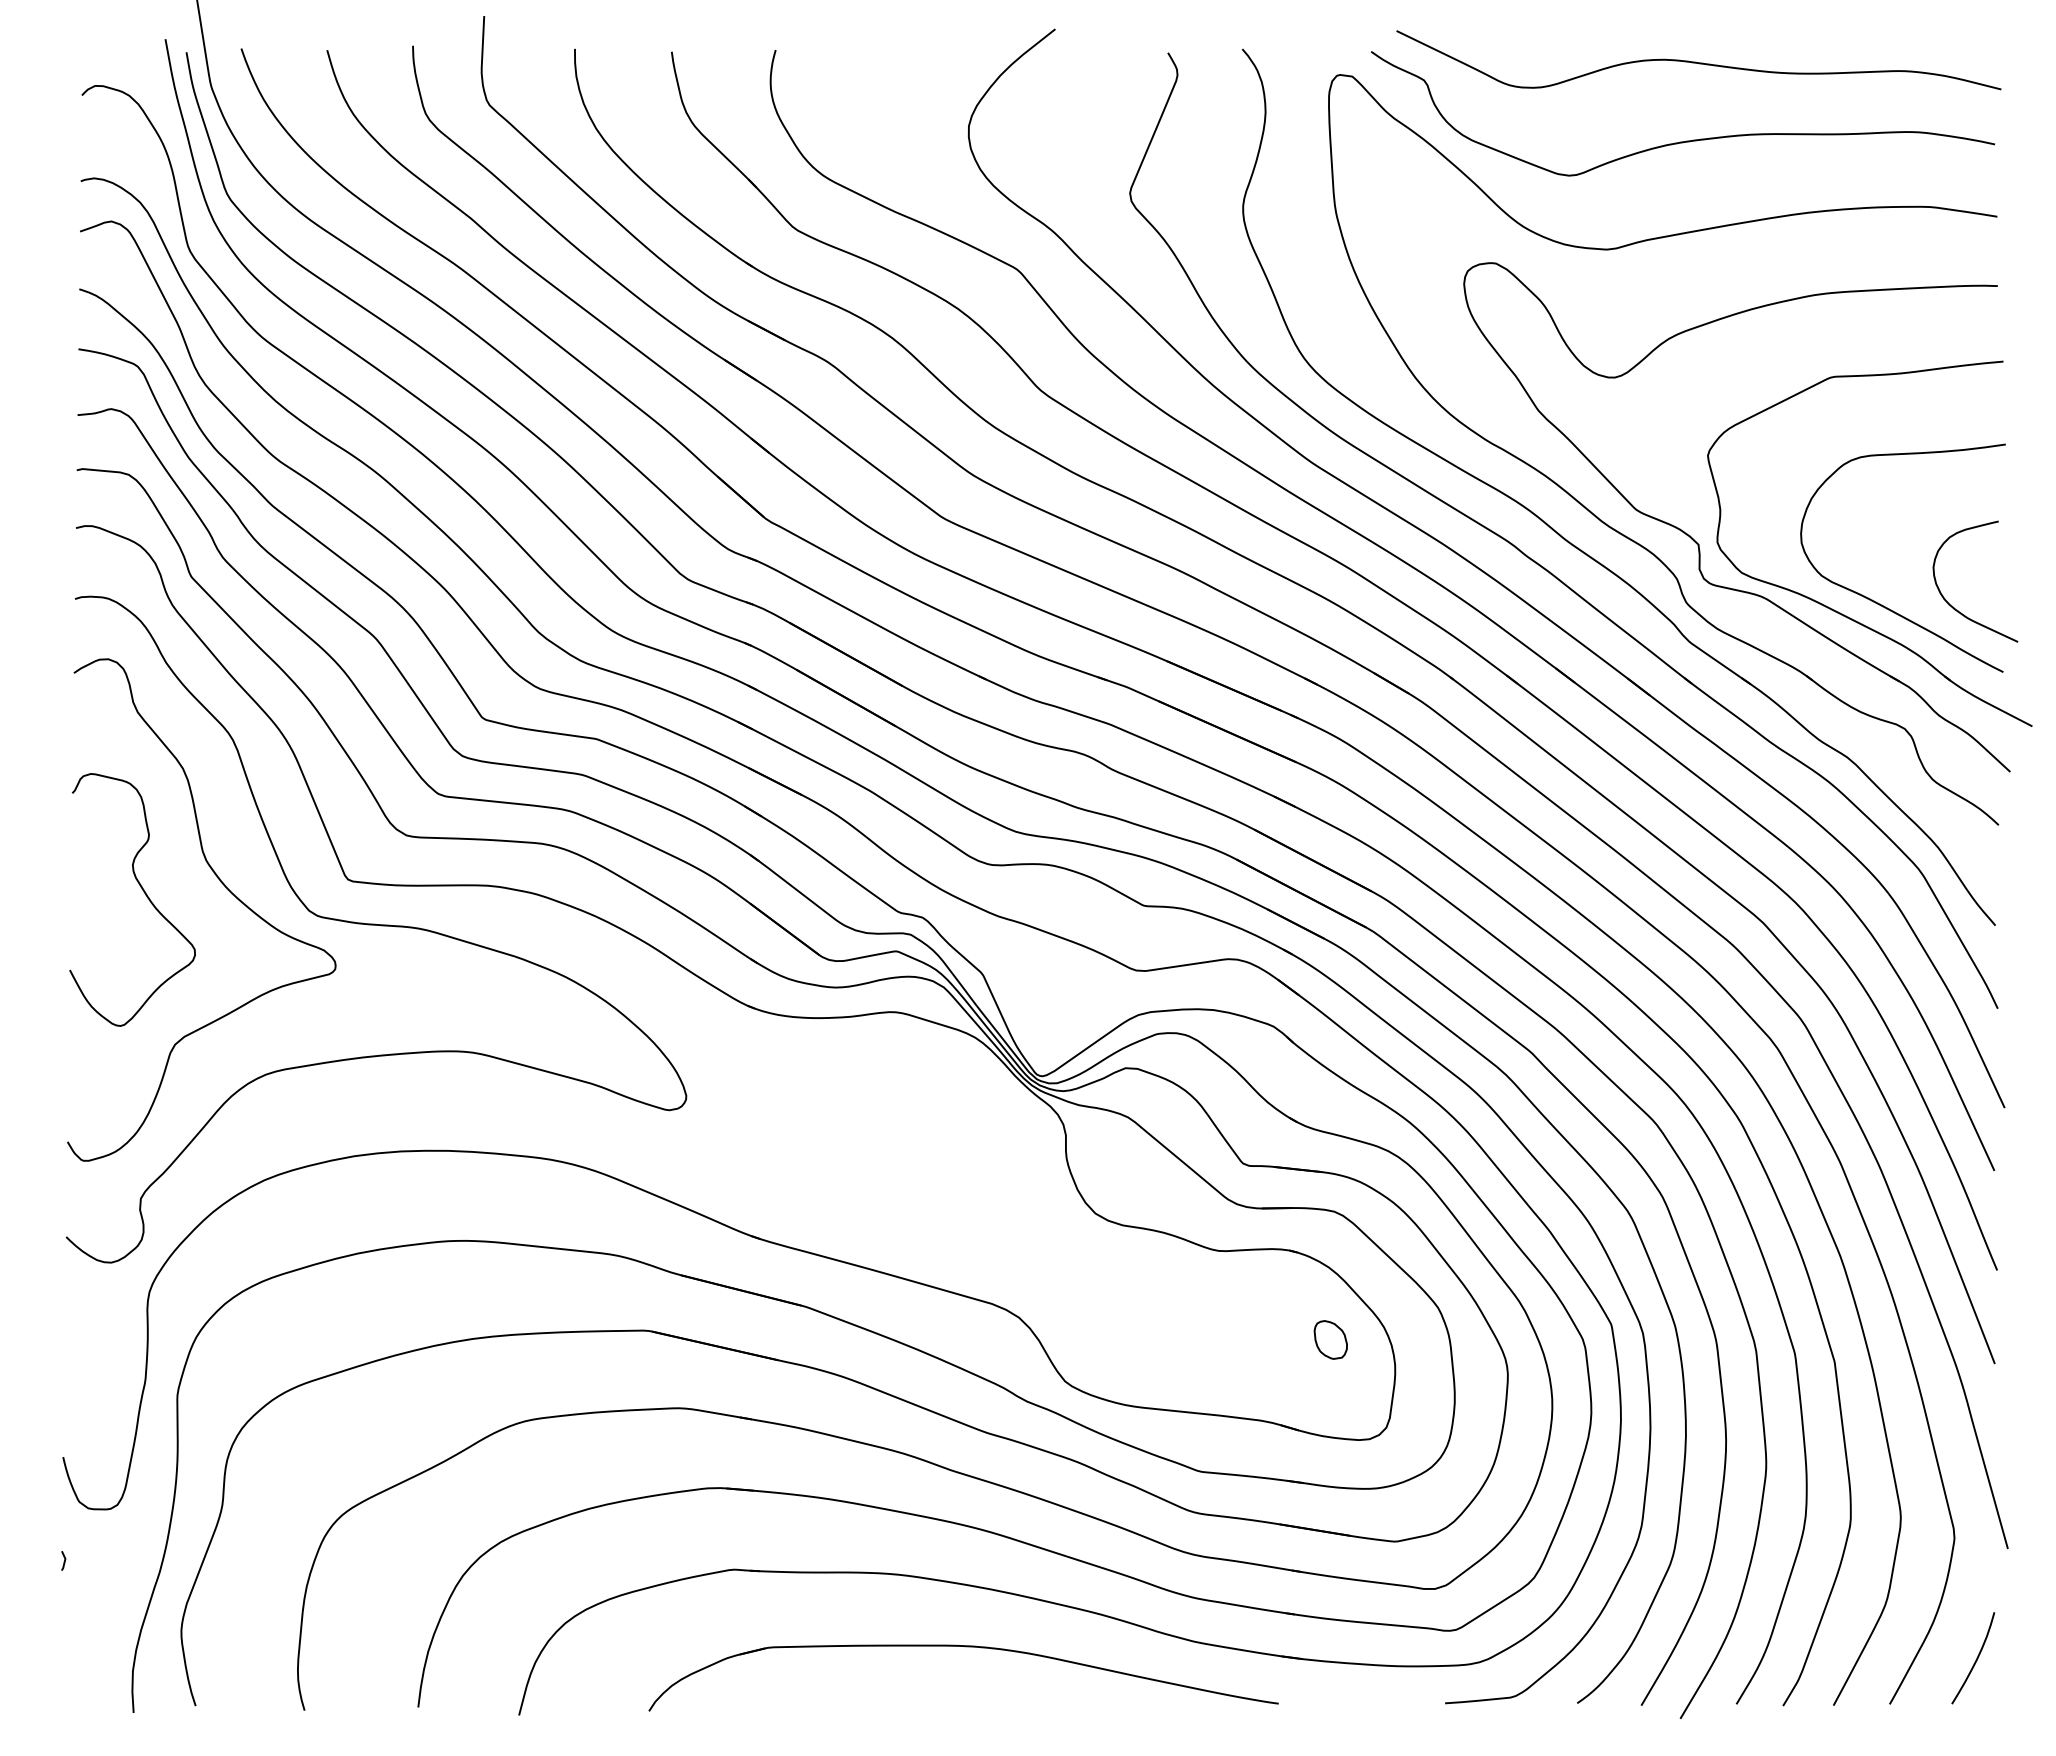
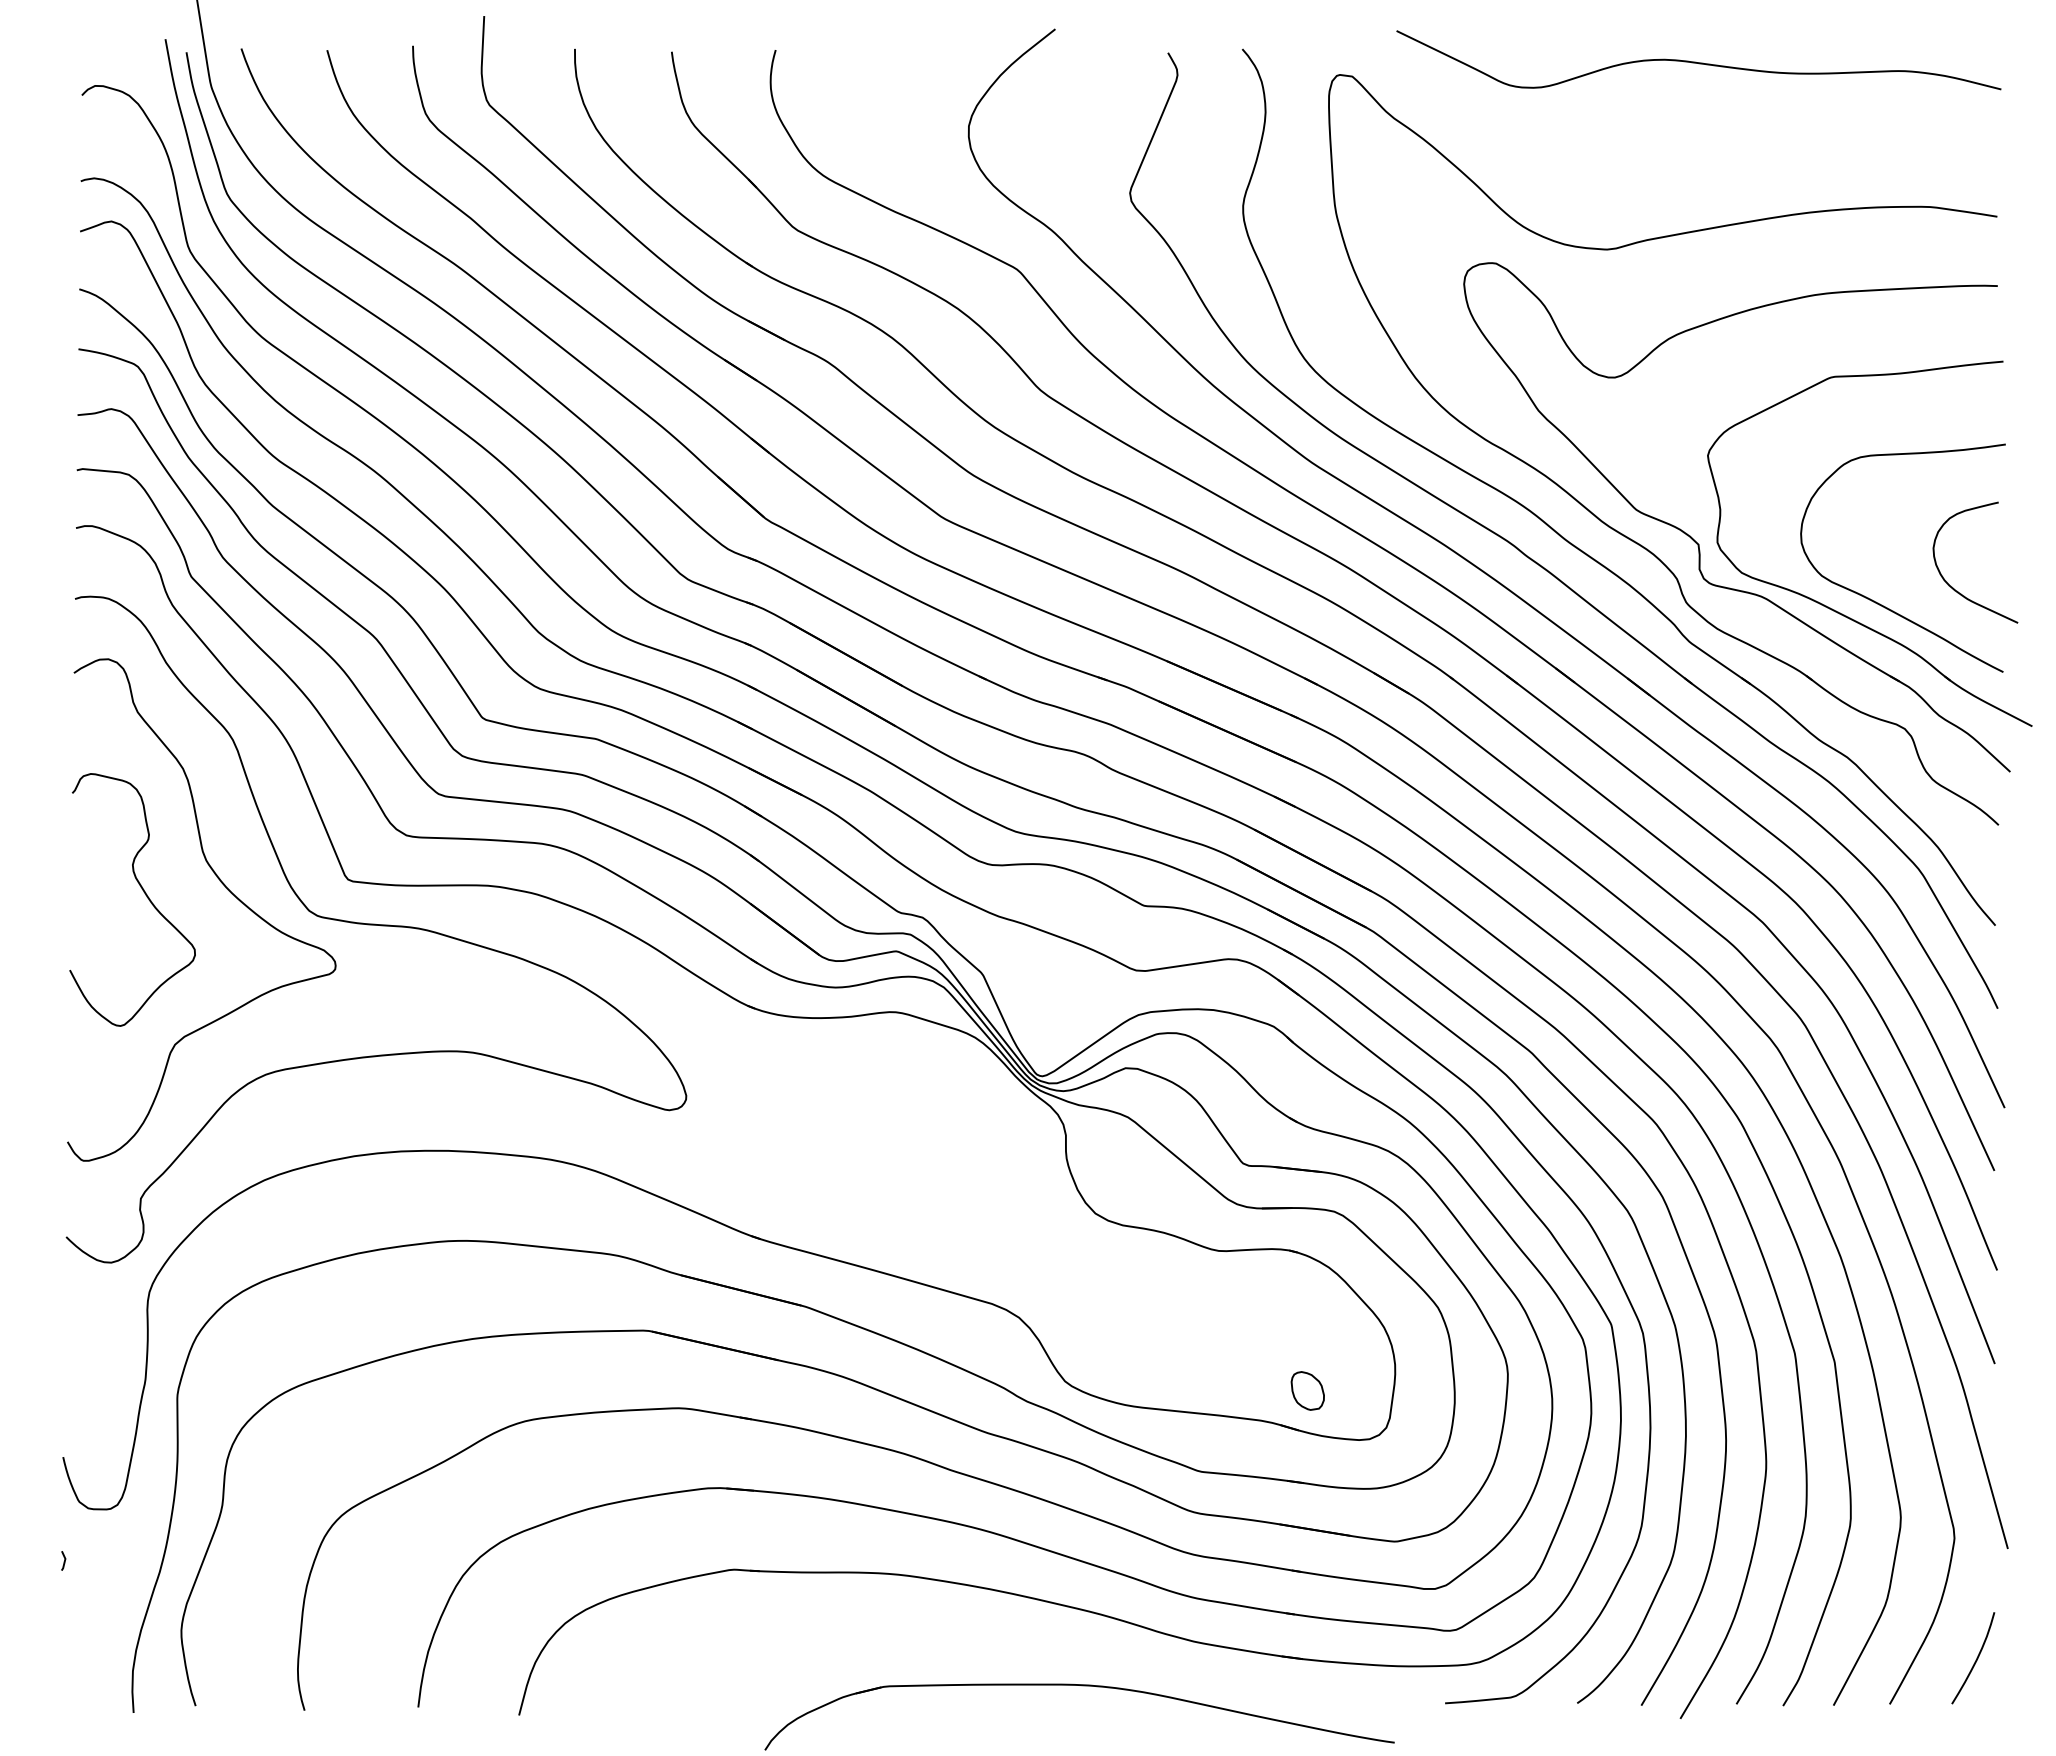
curve at (1686, 140): present -> none
curve at (1952, 605) position: (1952, 605) -> (1952, 586)
part at (1330, 1339) position: (1330, 1339) -> (1307, 1390)
part at (965, 1647) position: (965, 1647) -> (1081, 1686)
